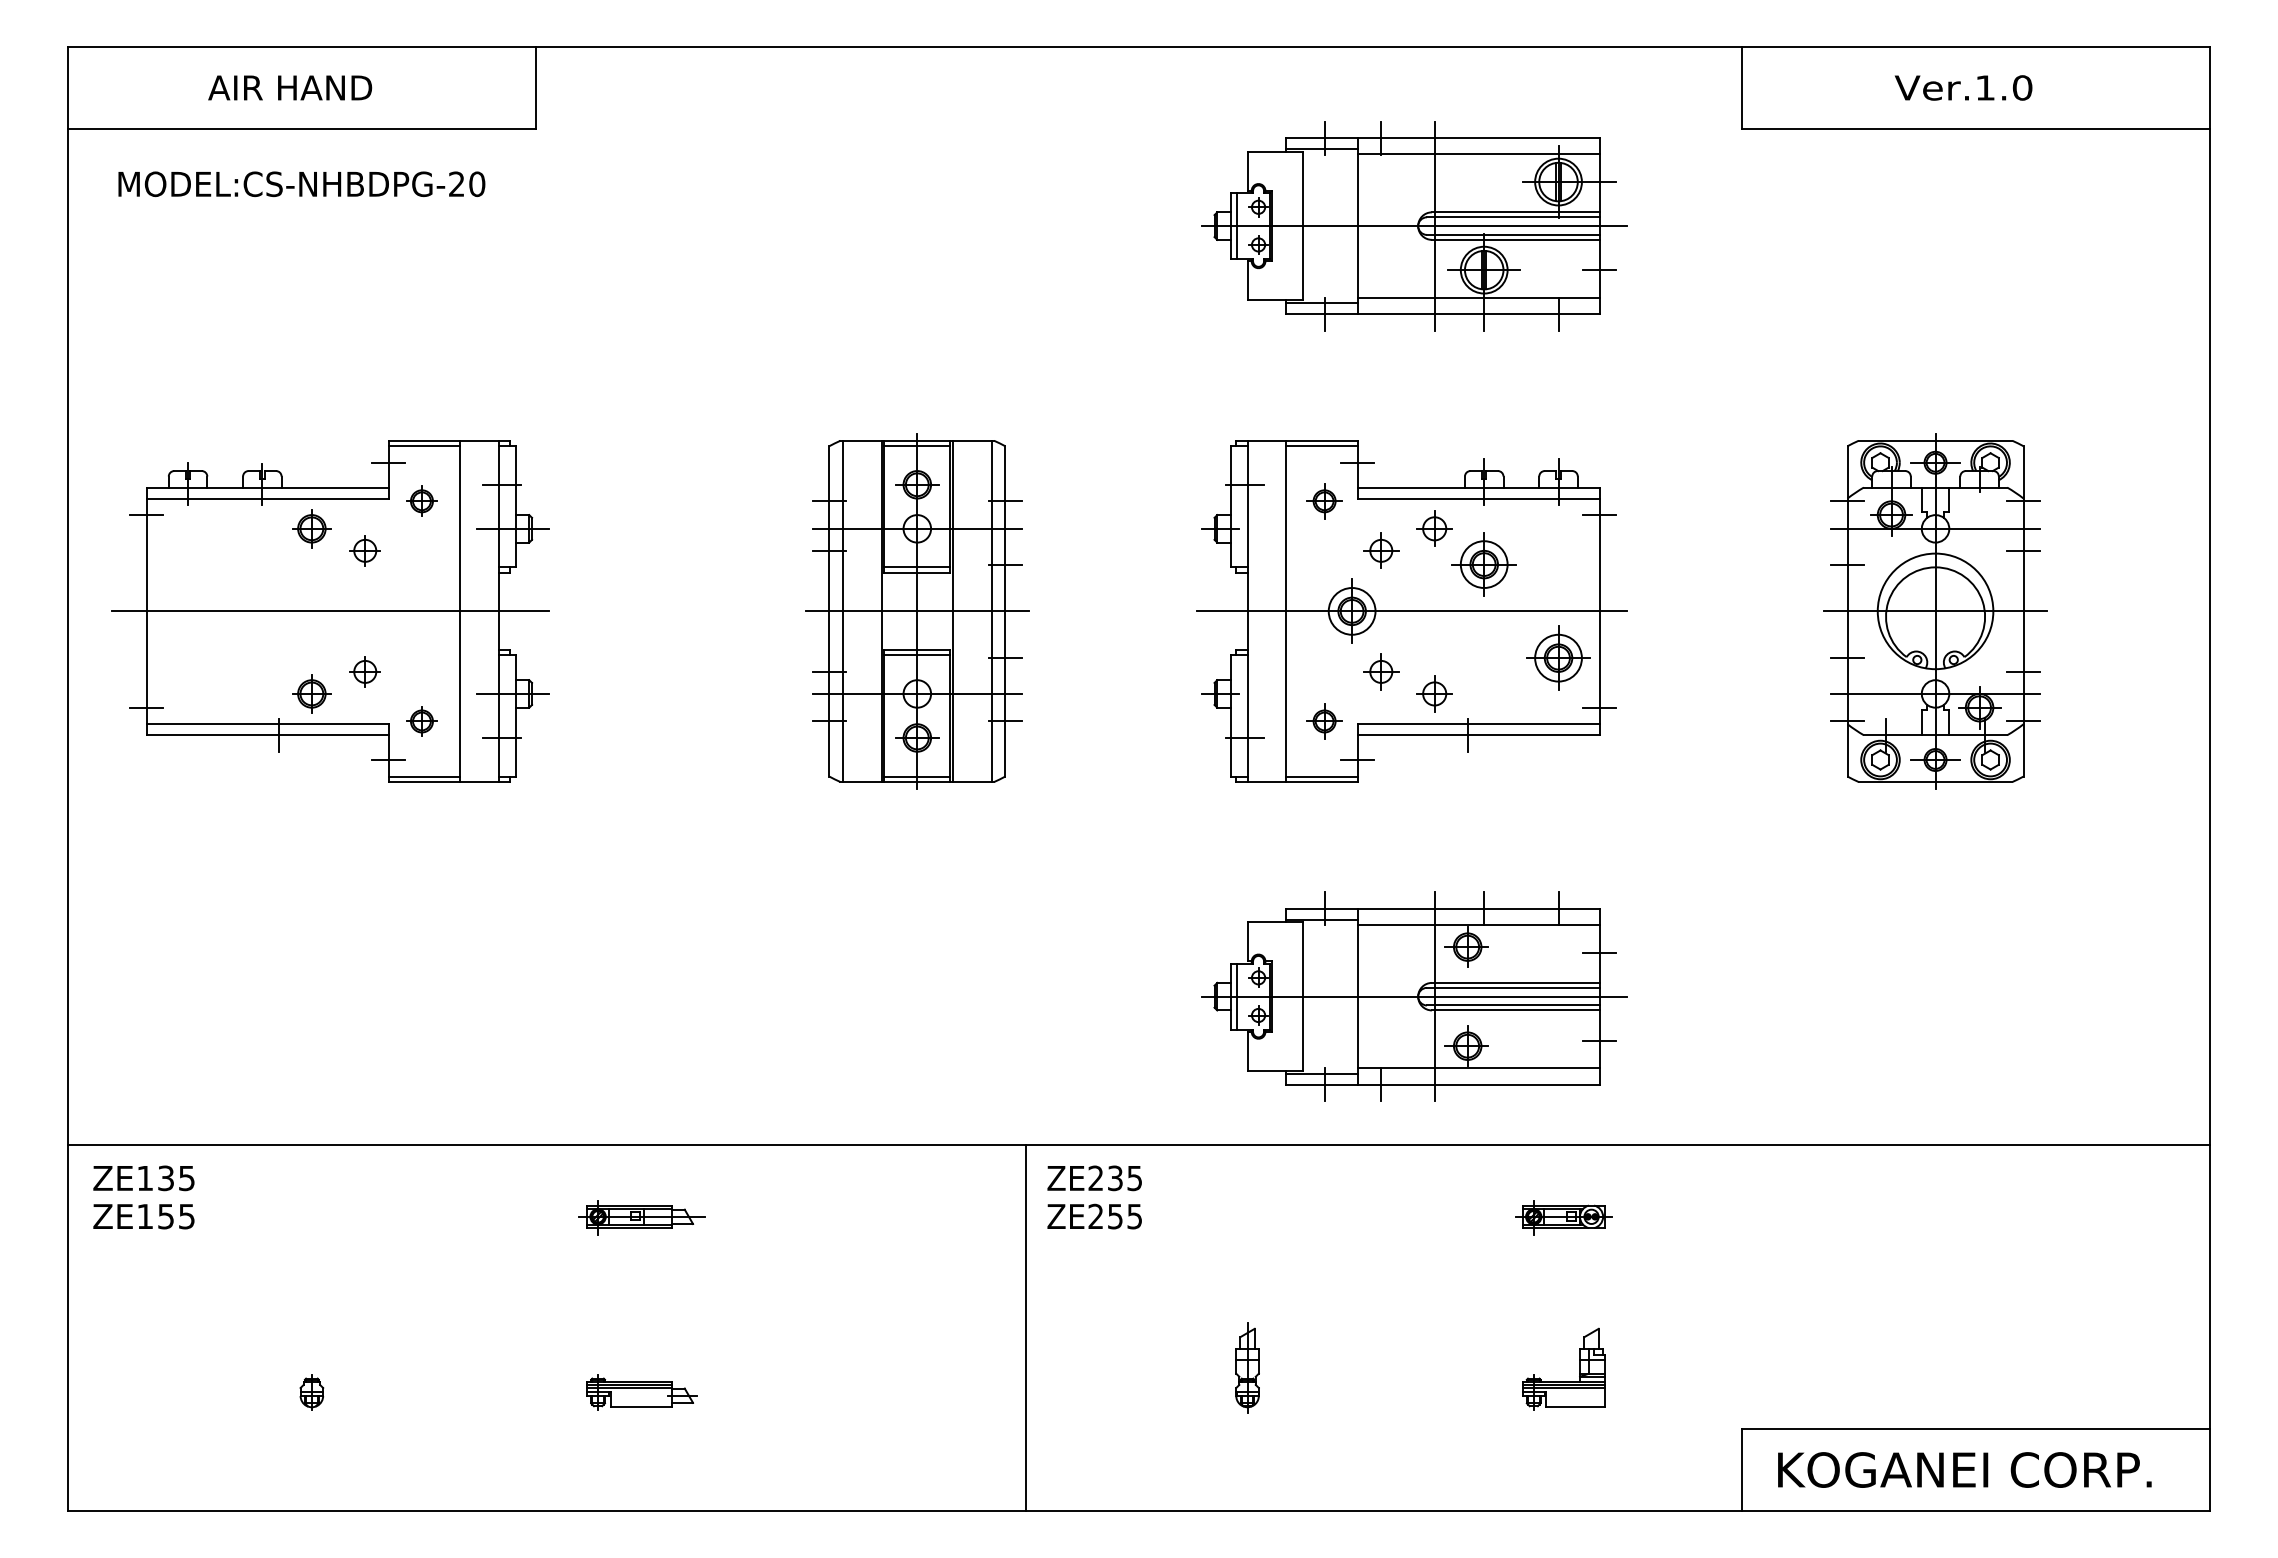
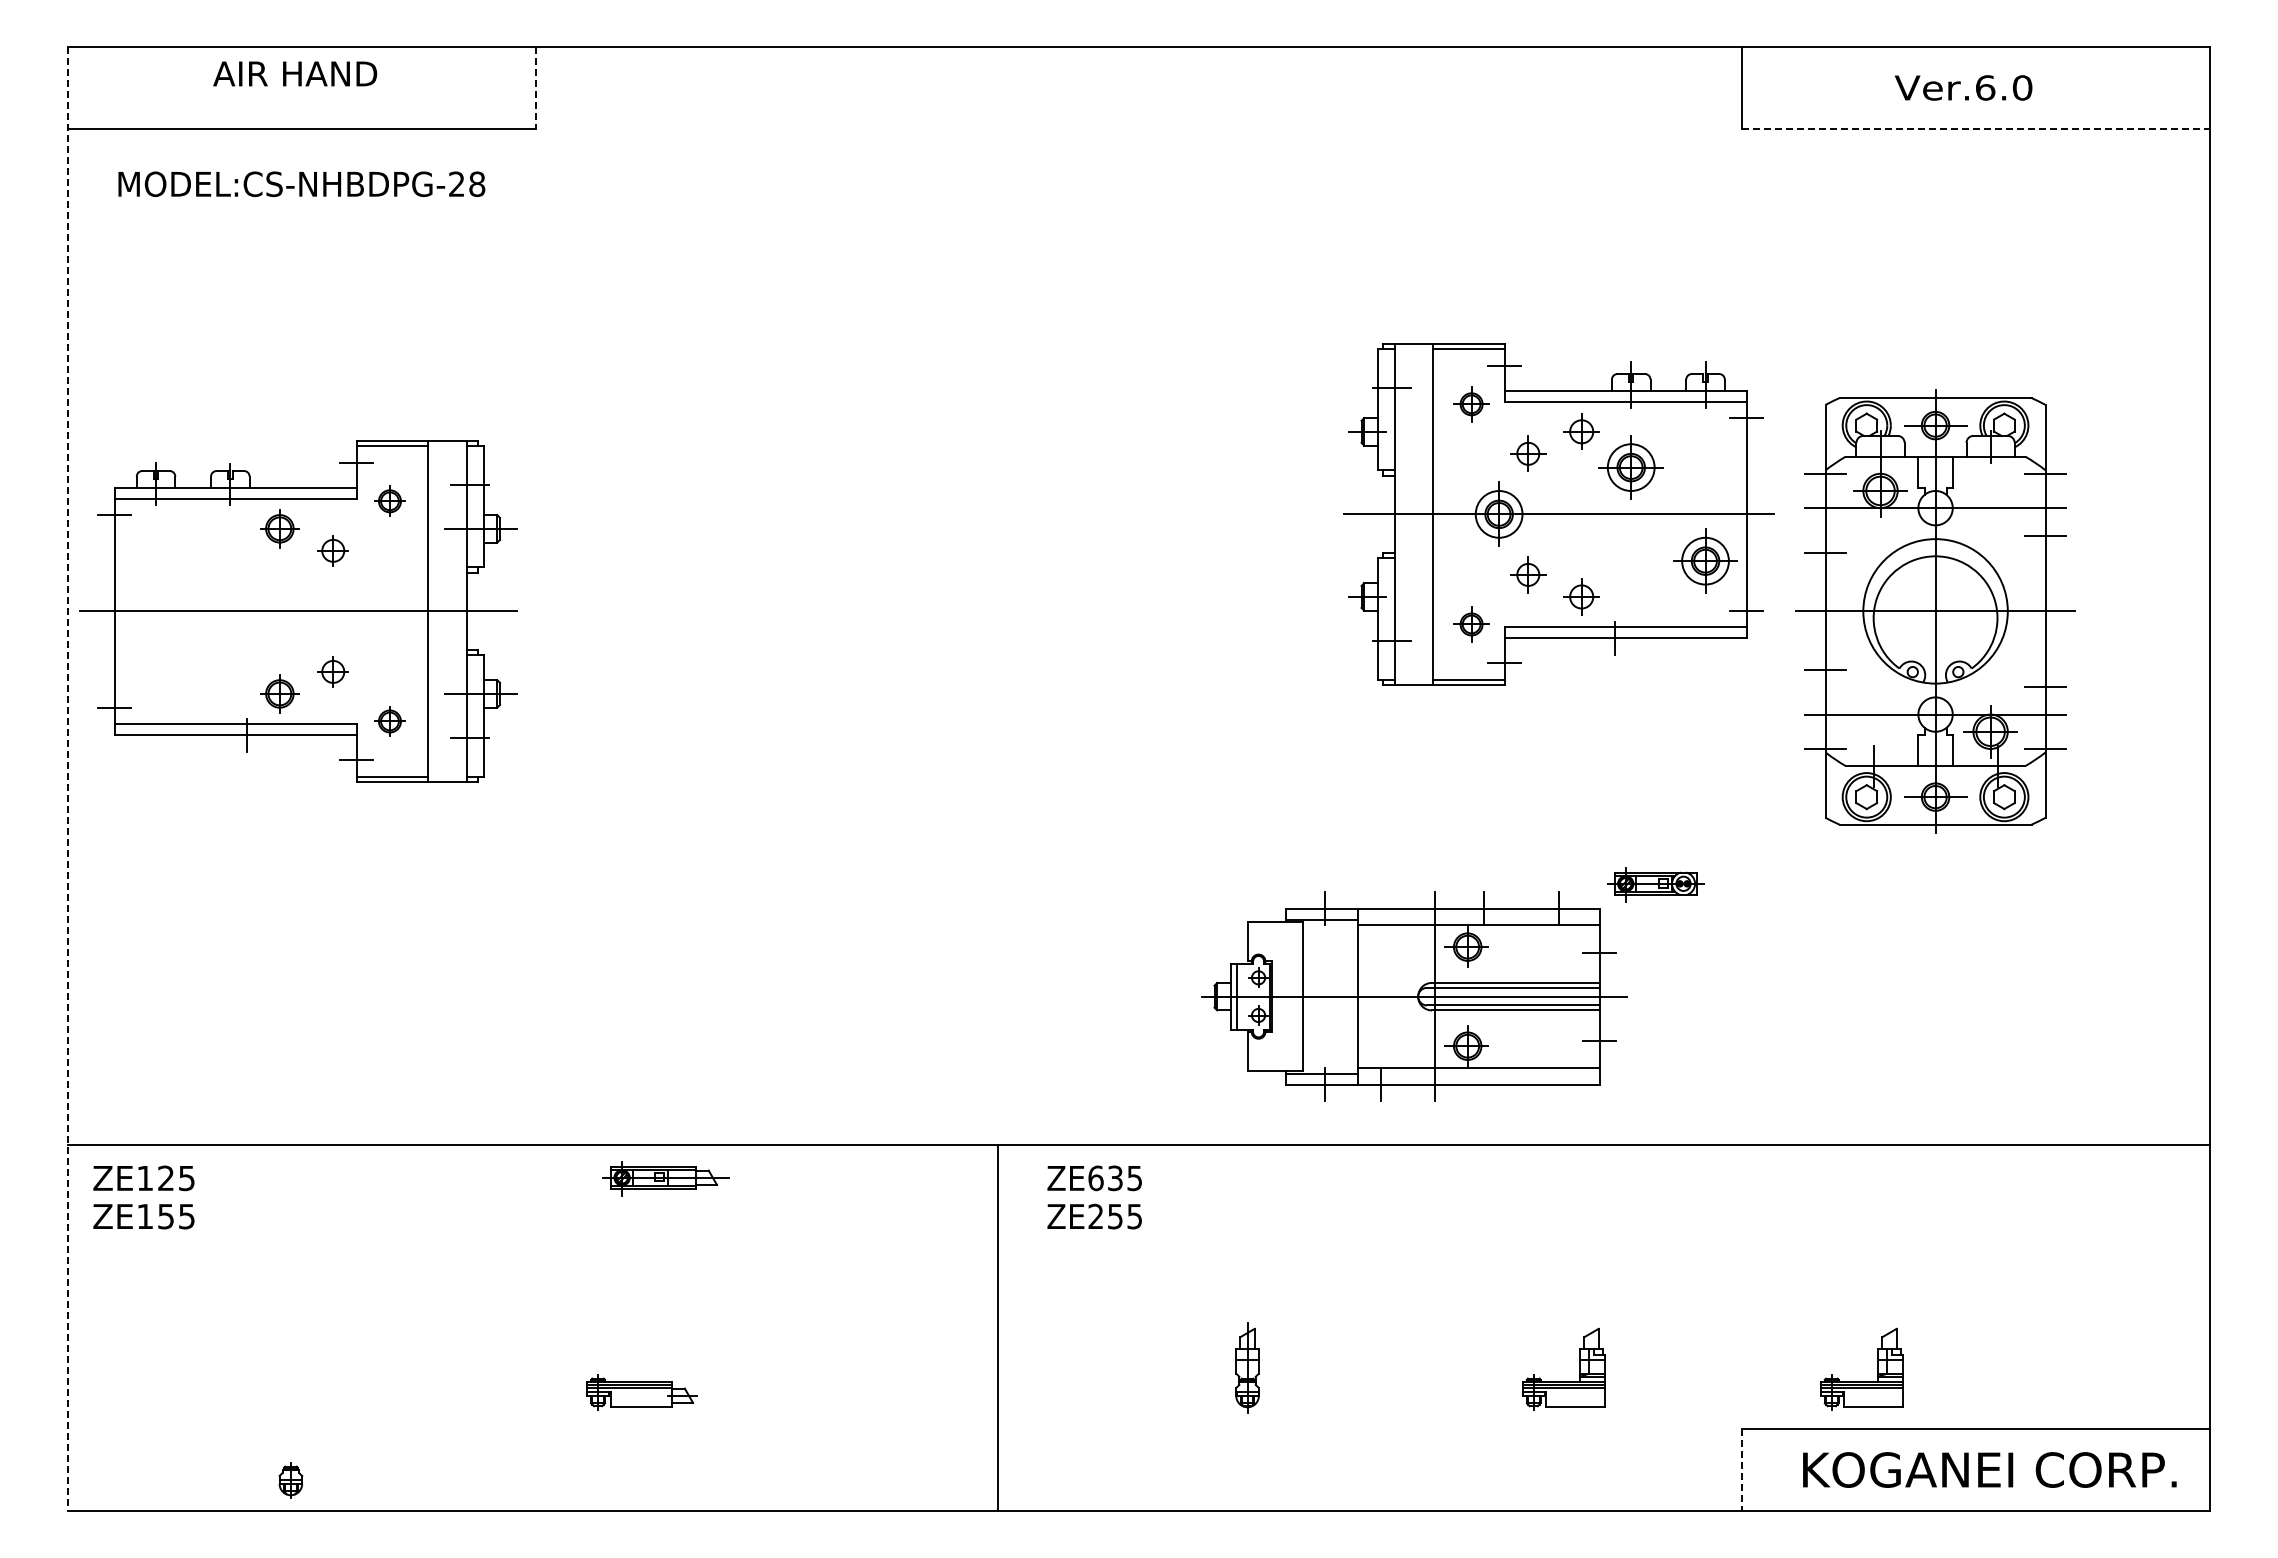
text at (290, 87) position: (290, 87) -> (295, 73)
text at (1985, 87): Ver.1.0 -> Ver.6.0
line at (536, 88): solid -> dashed
line at (1975, 129): solid -> dashed
text at (477, 183): MODEL:CS-NHBDPG-20 -> MODEL:CS-NHBDPG-28
part at (1414, 226): present -> none
part at (330, 611) position: (330, 611) -> (298, 611)
part at (917, 611): present -> none
part at (1411, 611) position: (1411, 611) -> (1558, 514)
part at (1935, 611) size: 225x357 px -> 281x445 px
line at (68, 779): solid -> dashed
text at (165, 1178): ZE135 -> ZE125
text at (1095, 1178): ZE235 -> ZE635
part at (641, 1217) position: (641, 1217) -> (665, 1178)
part at (1563, 1217) position: (1563, 1217) -> (1655, 884)
line at (1026, 1327) position: (1026, 1327) -> (998, 1327)
part at (1861, 1381): none -> present
part at (311, 1392) position: (311, 1392) -> (290, 1480)
text at (1964, 1469) position: (1964, 1469) -> (1989, 1469)
line at (1741, 1470): solid -> dashed
